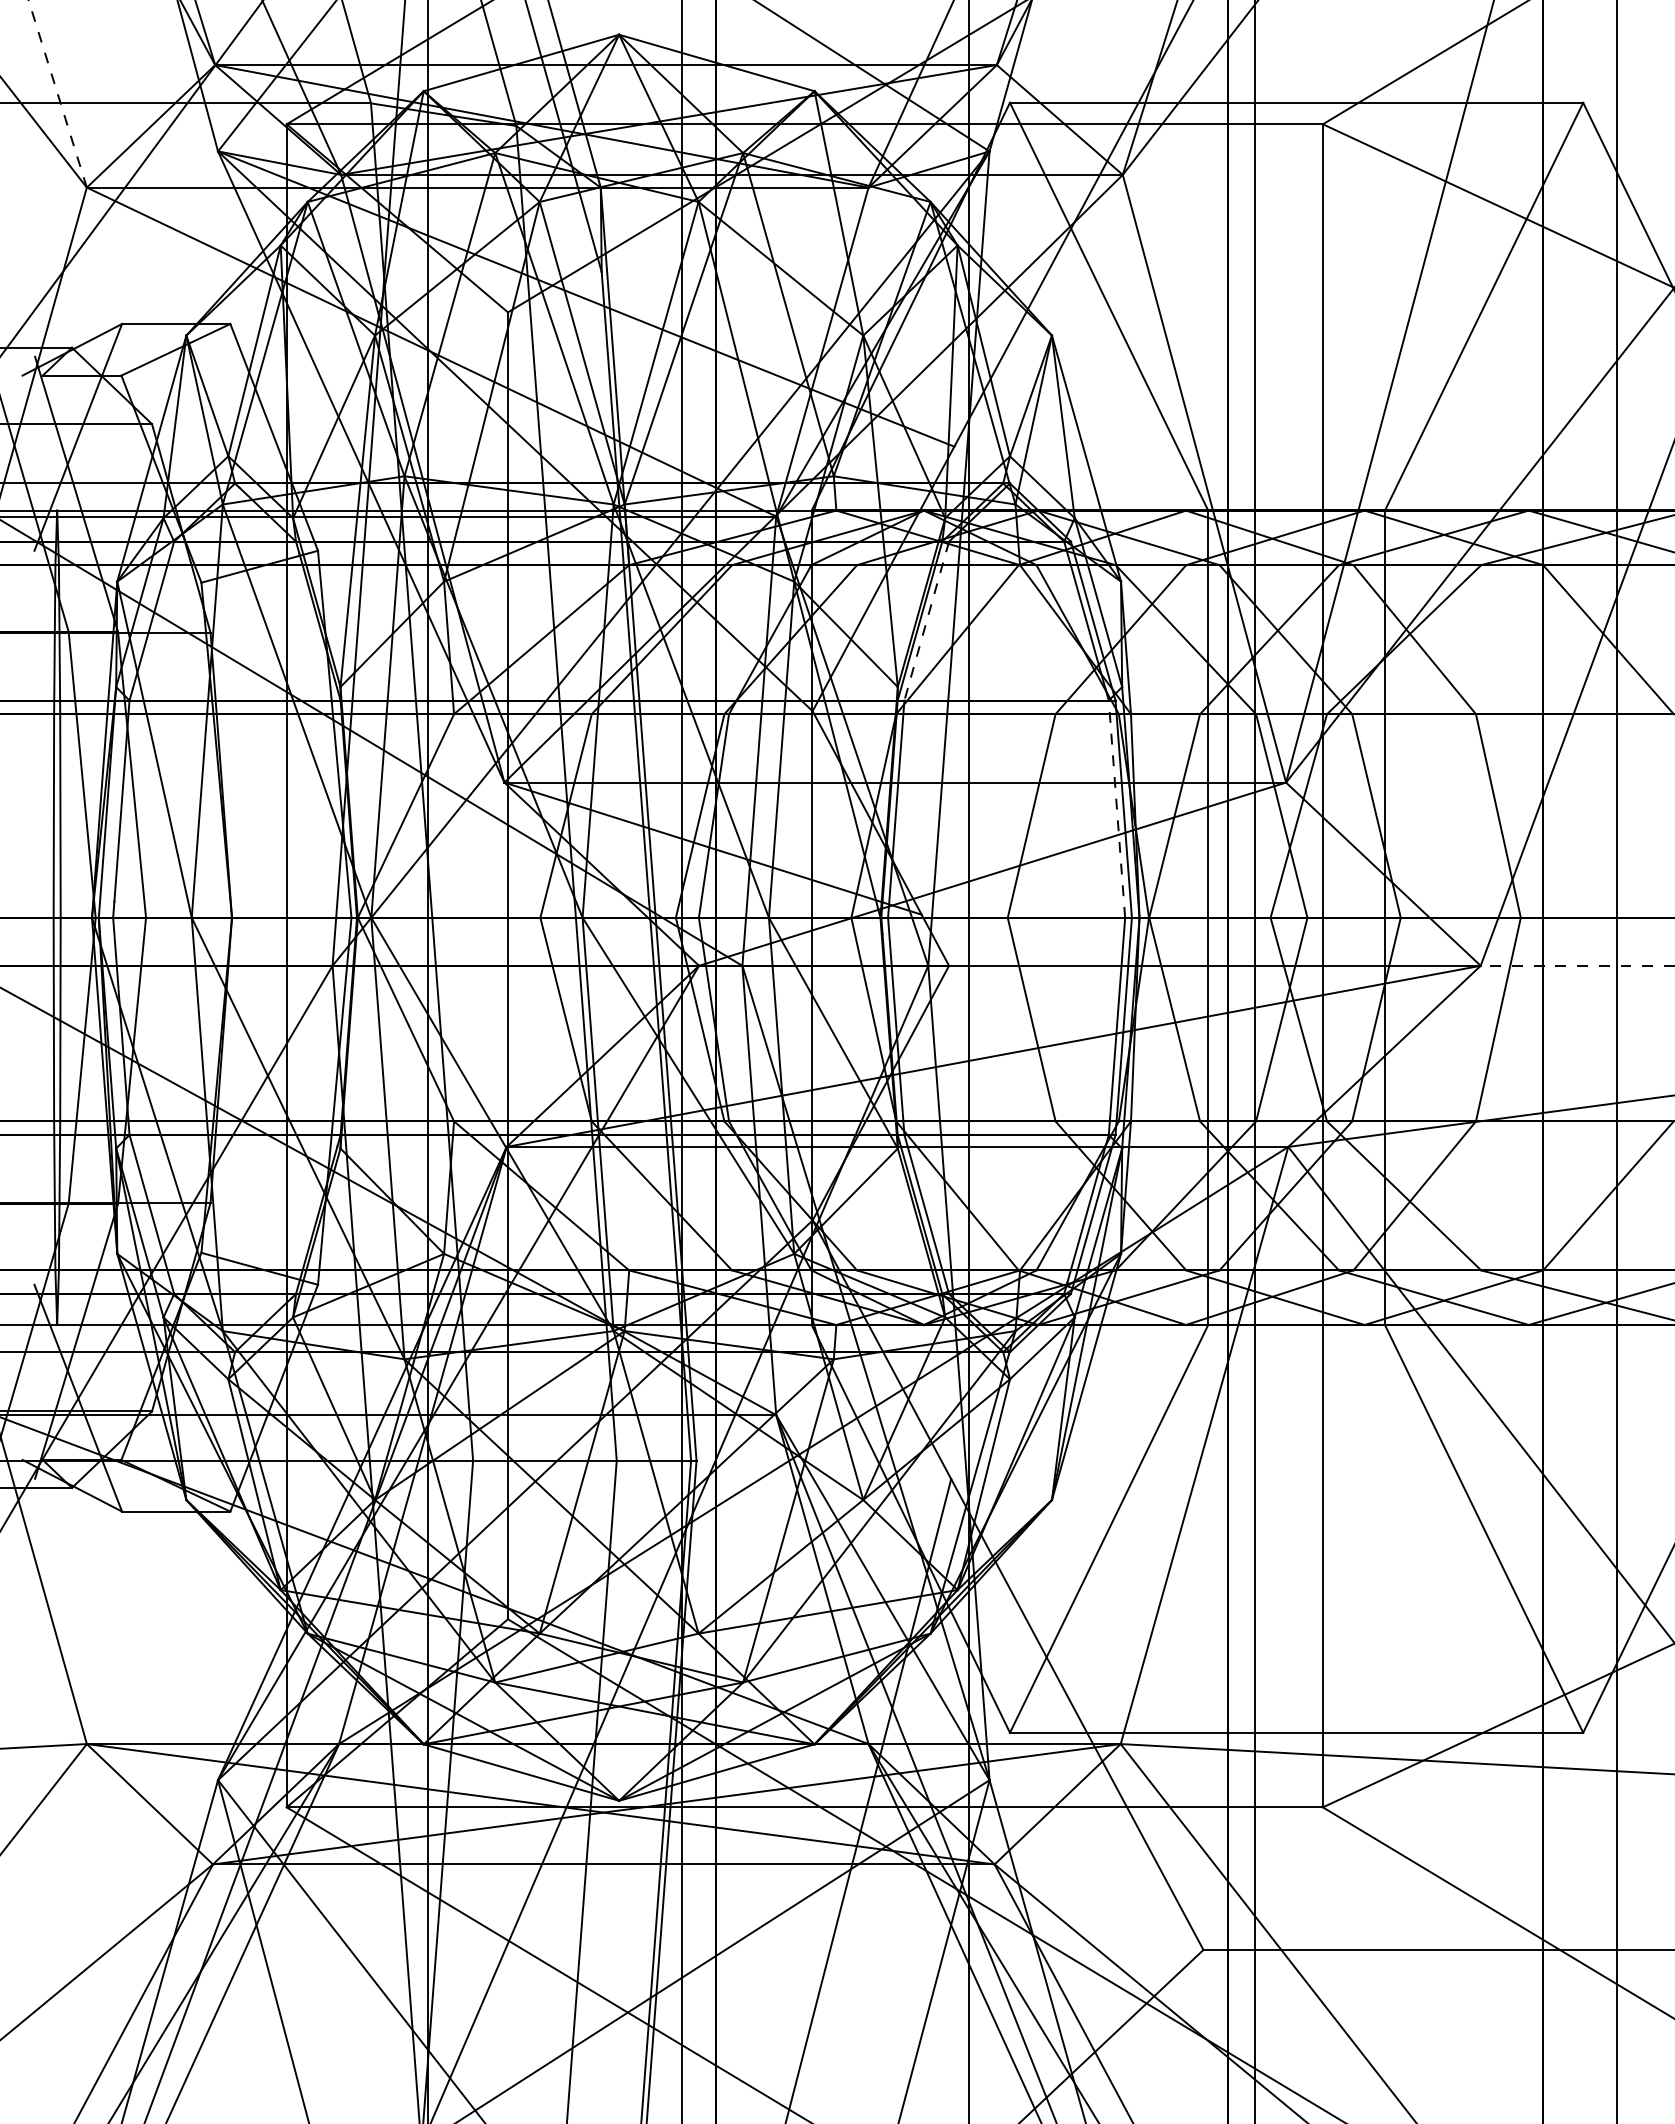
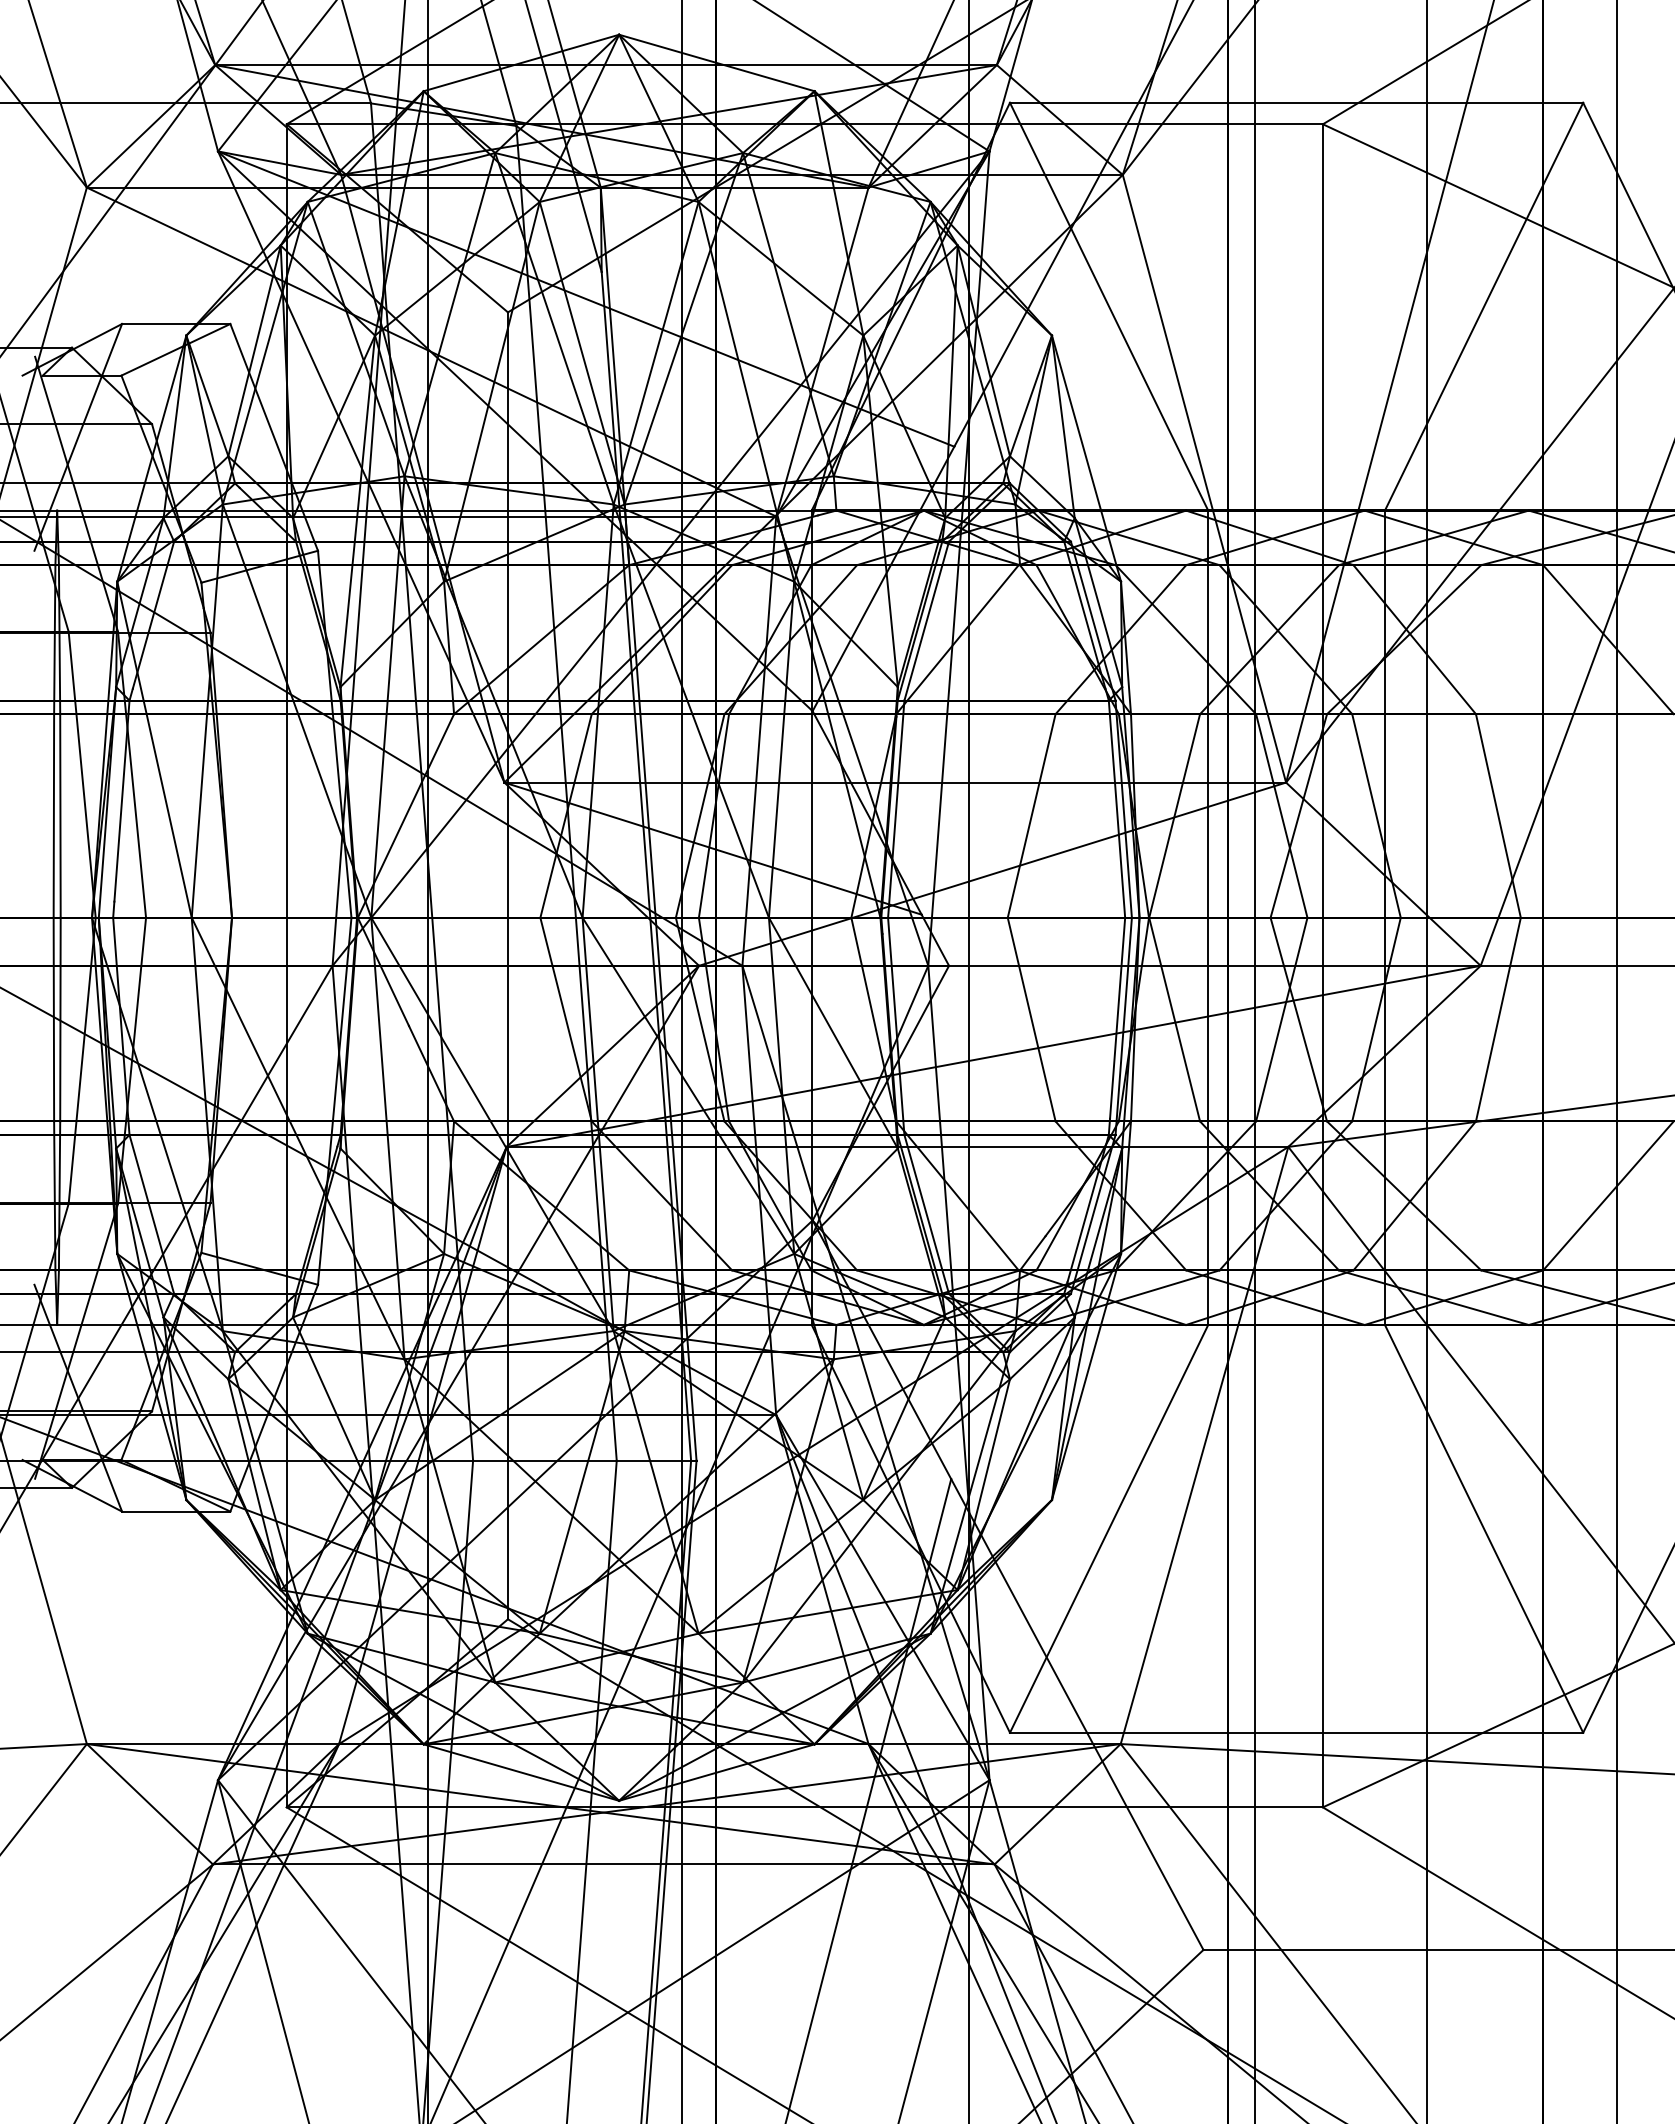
line at (57, 94): dashed -> solid
line at (926, 621): dashed -> solid
line at (1116, 809): dashed -> solid
line at (1577, 965): dashed -> solid
line at (1427, 1061): none -> present
